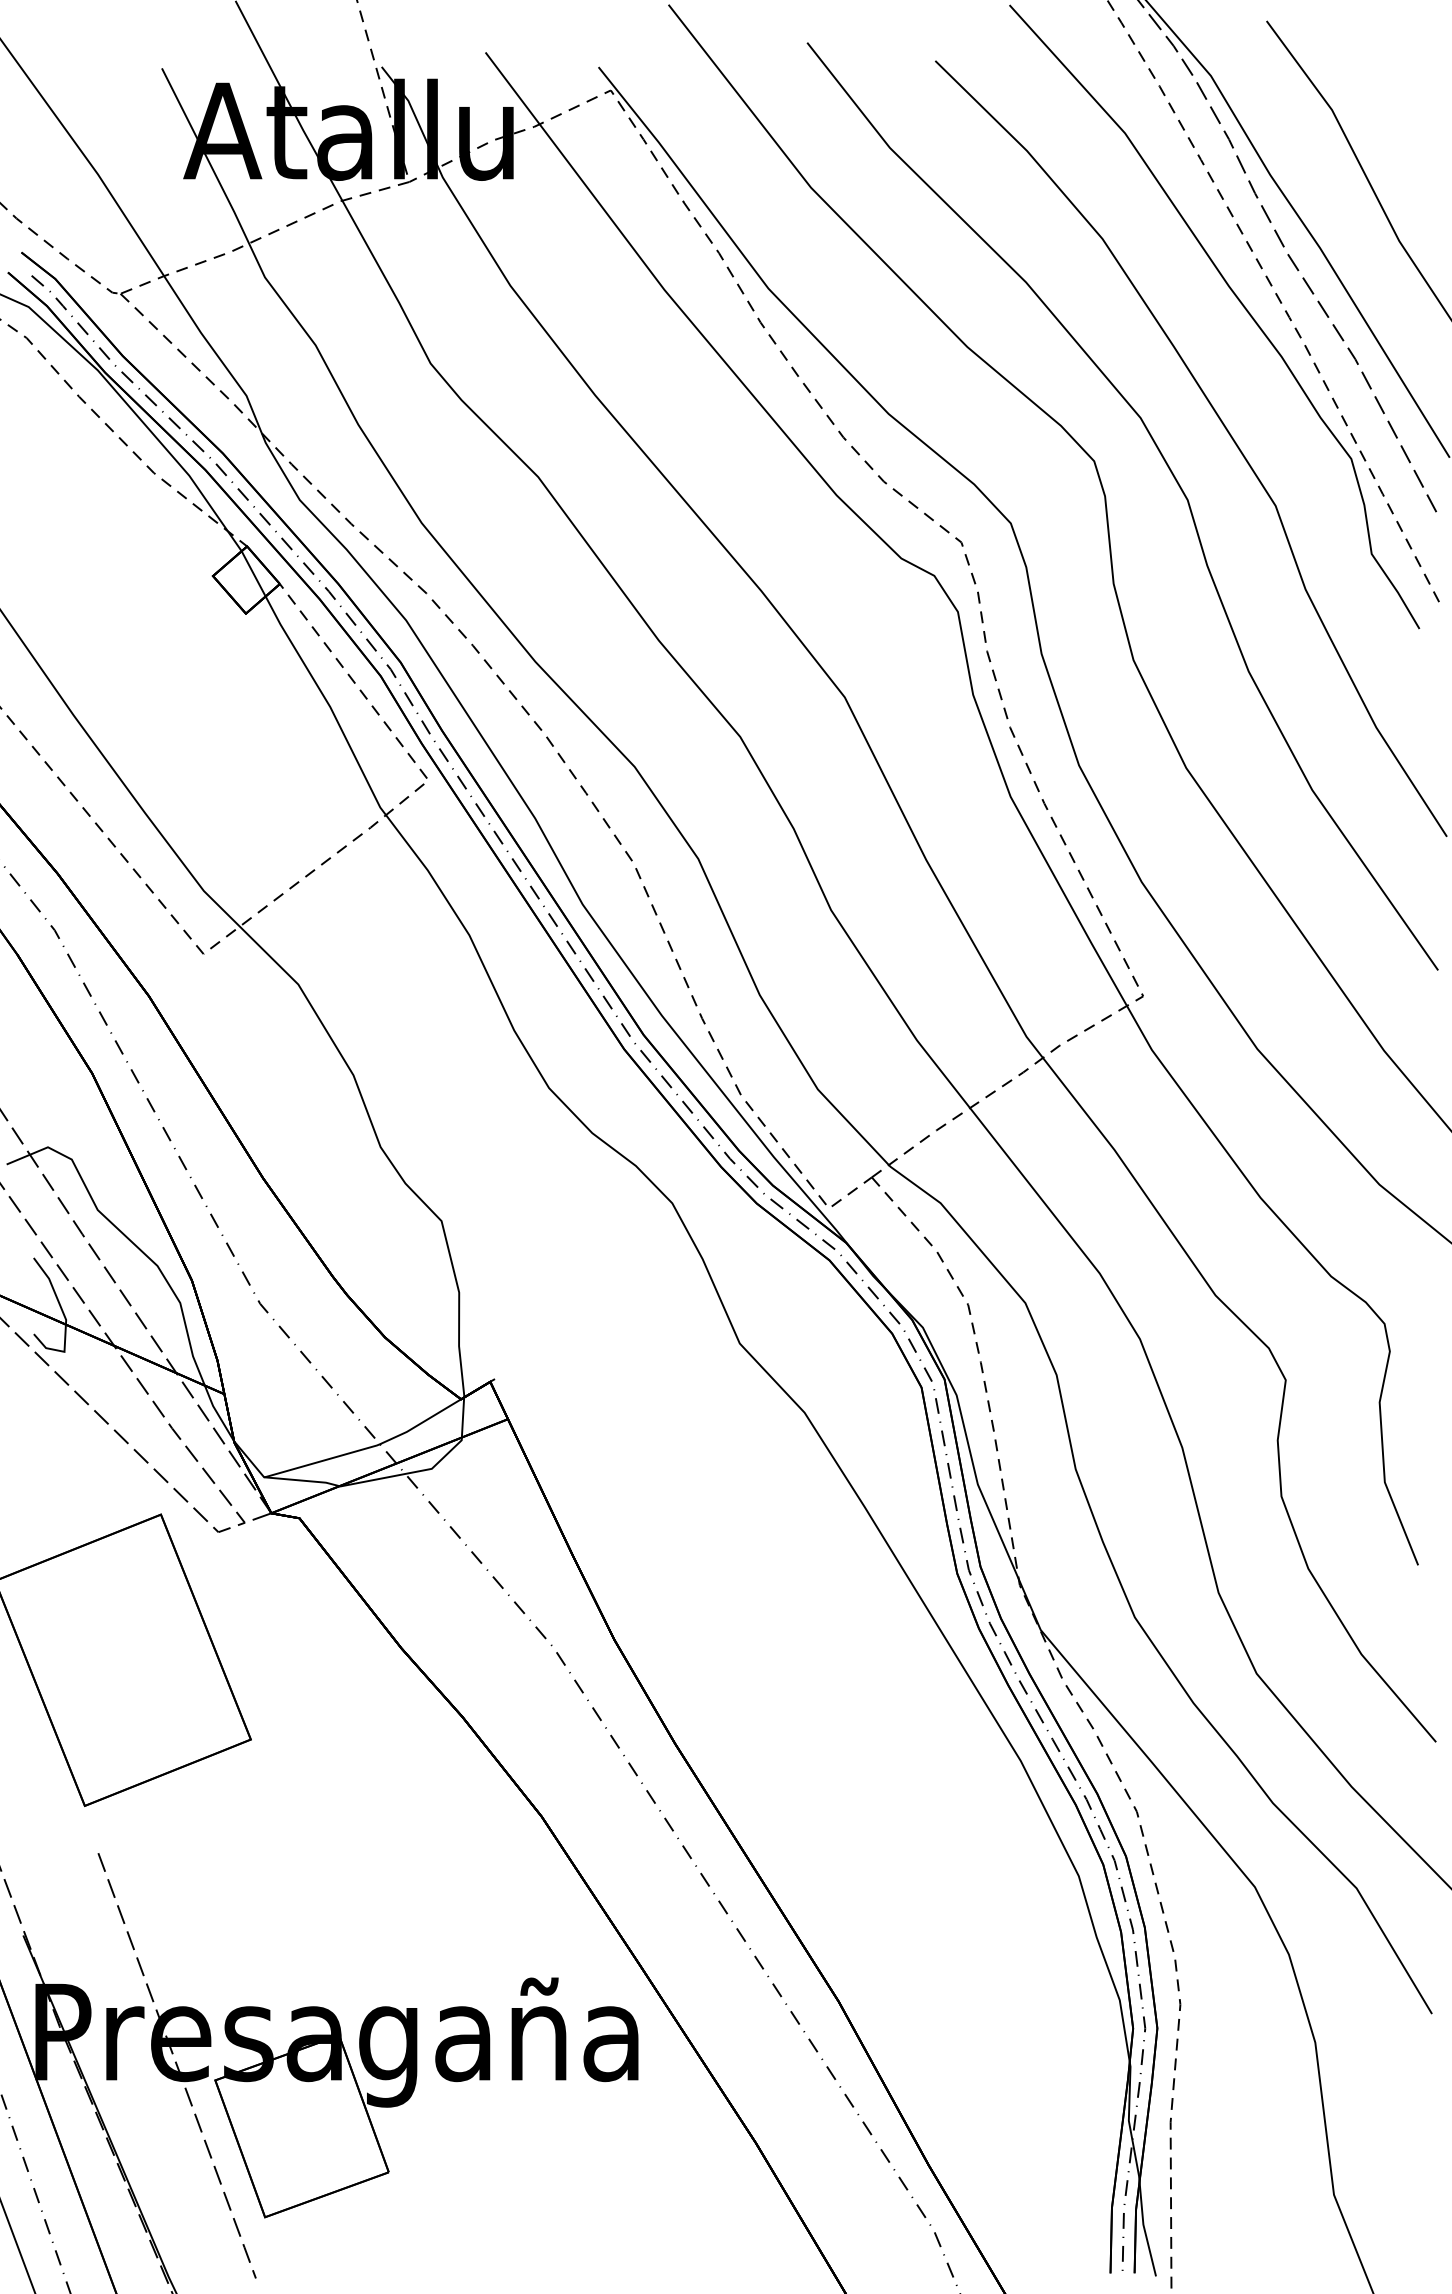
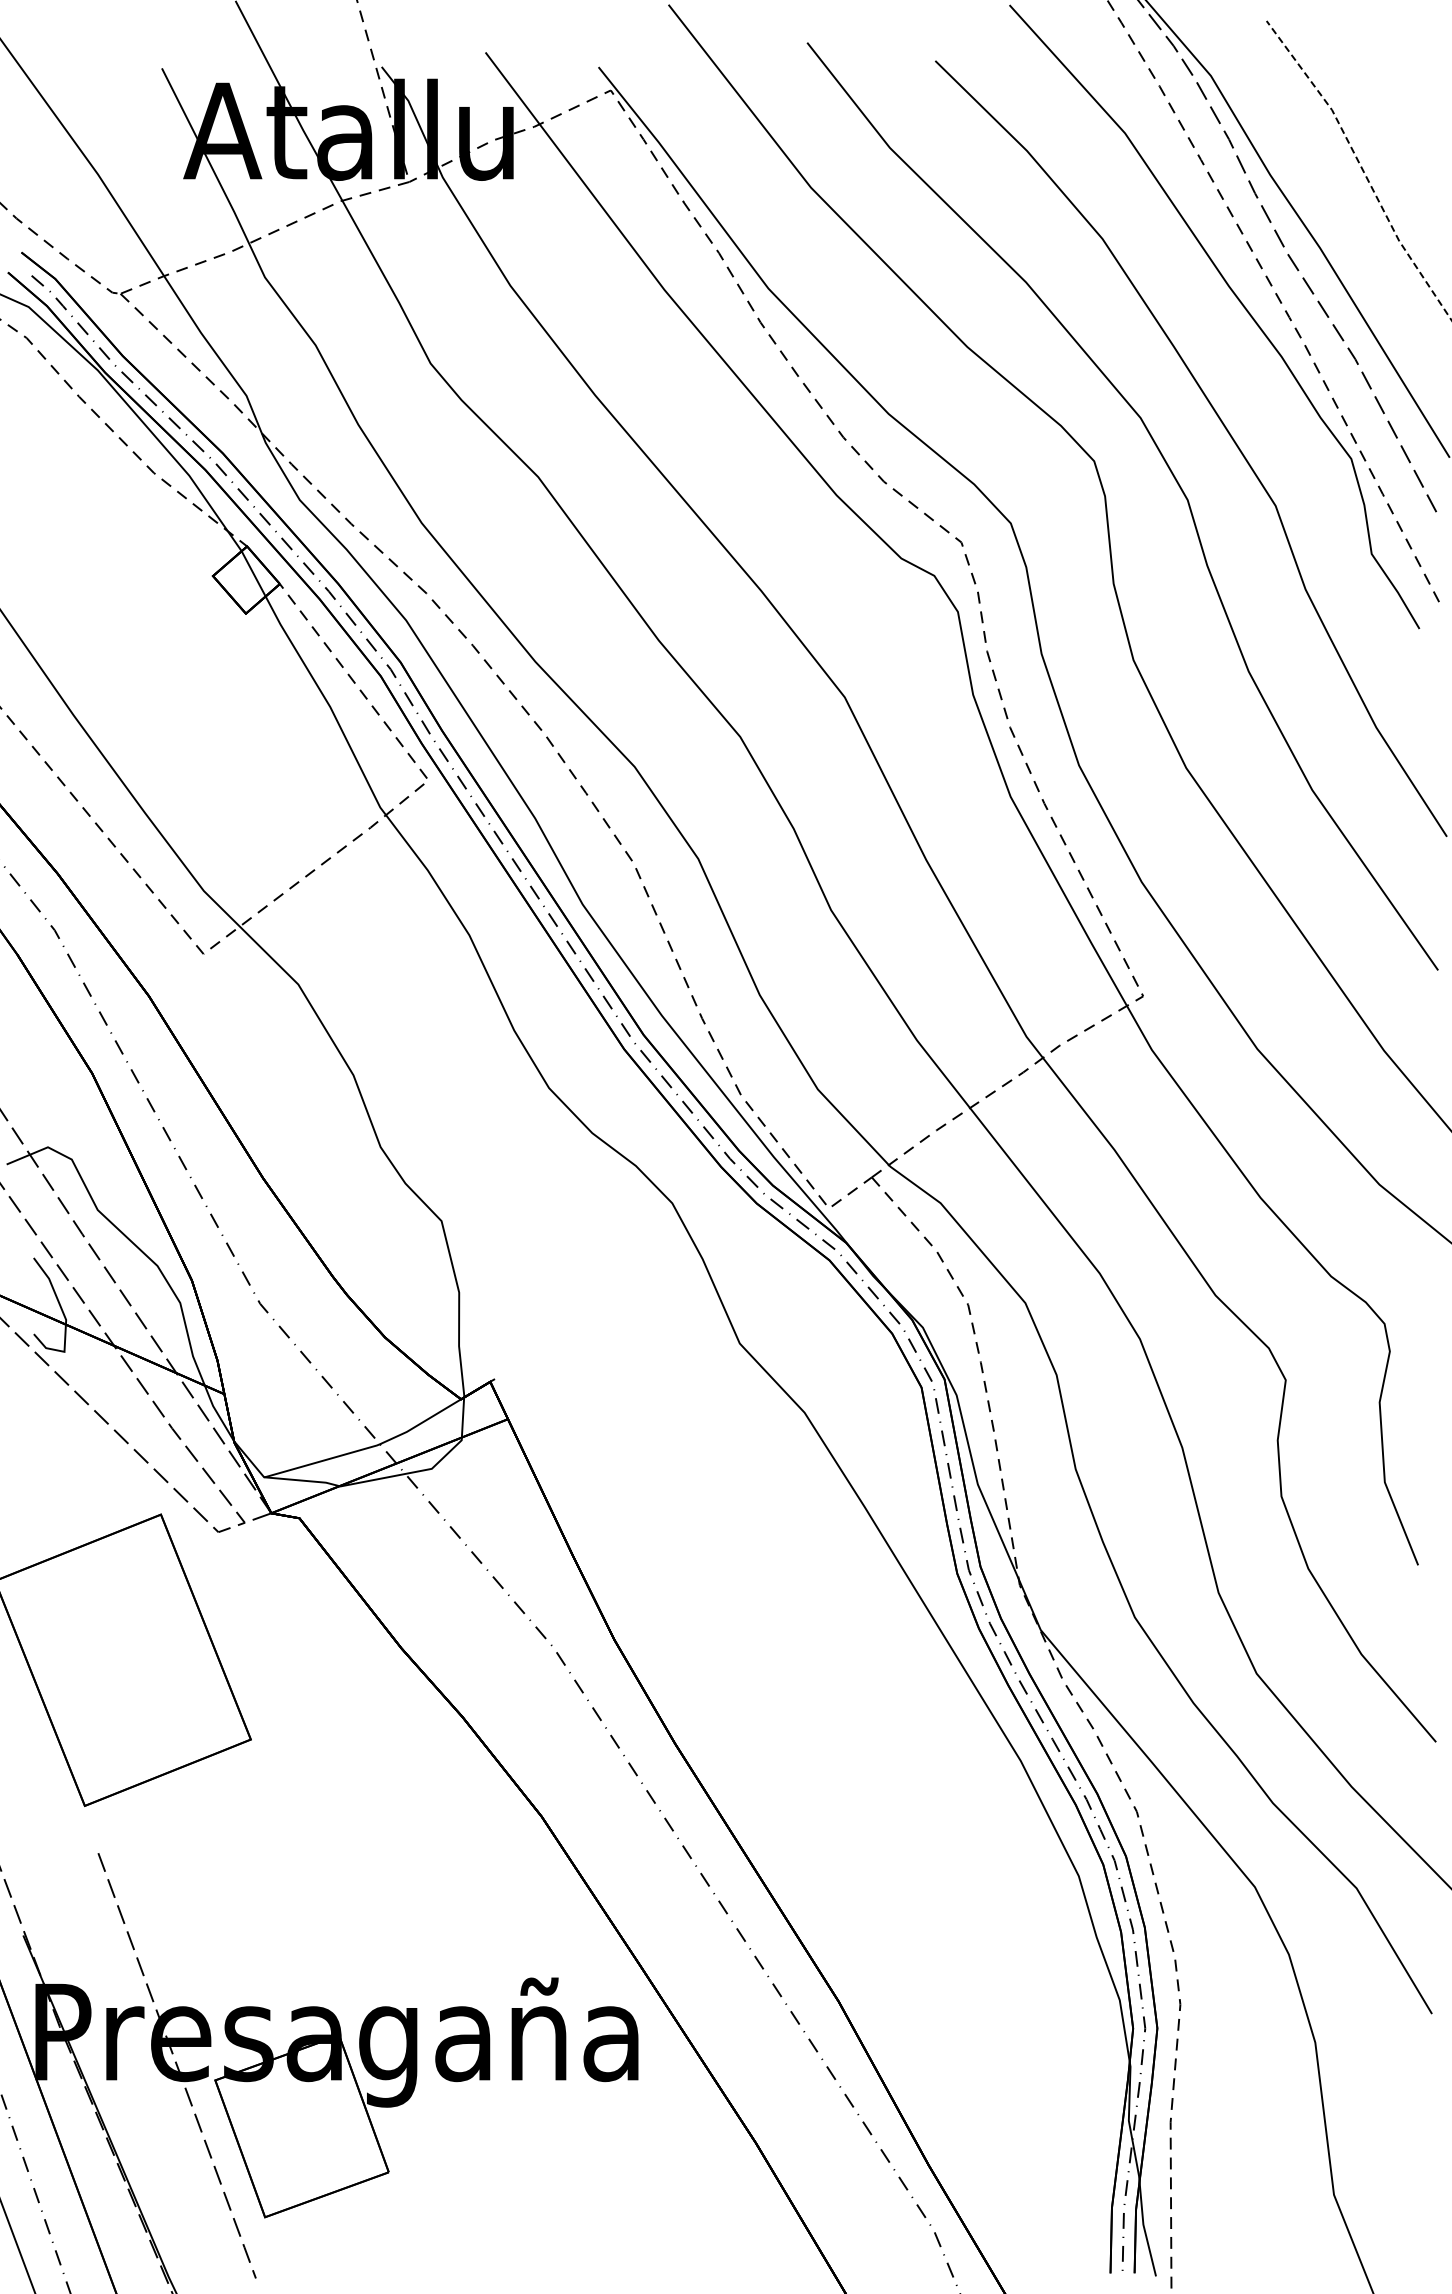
line at (1362, 168): solid -> dashed
